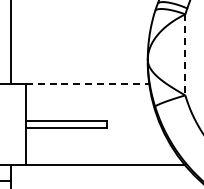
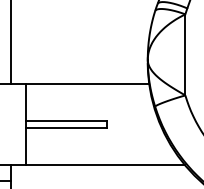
line at (185, 54): dashed -> solid
line at (87, 83): dashed -> solid
